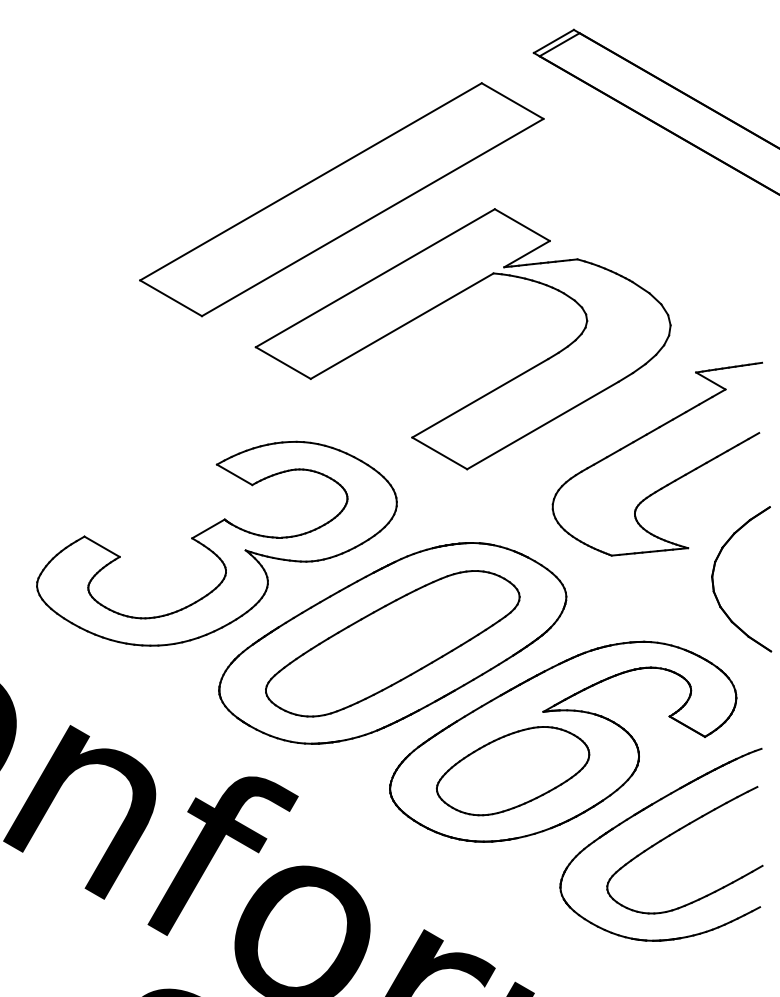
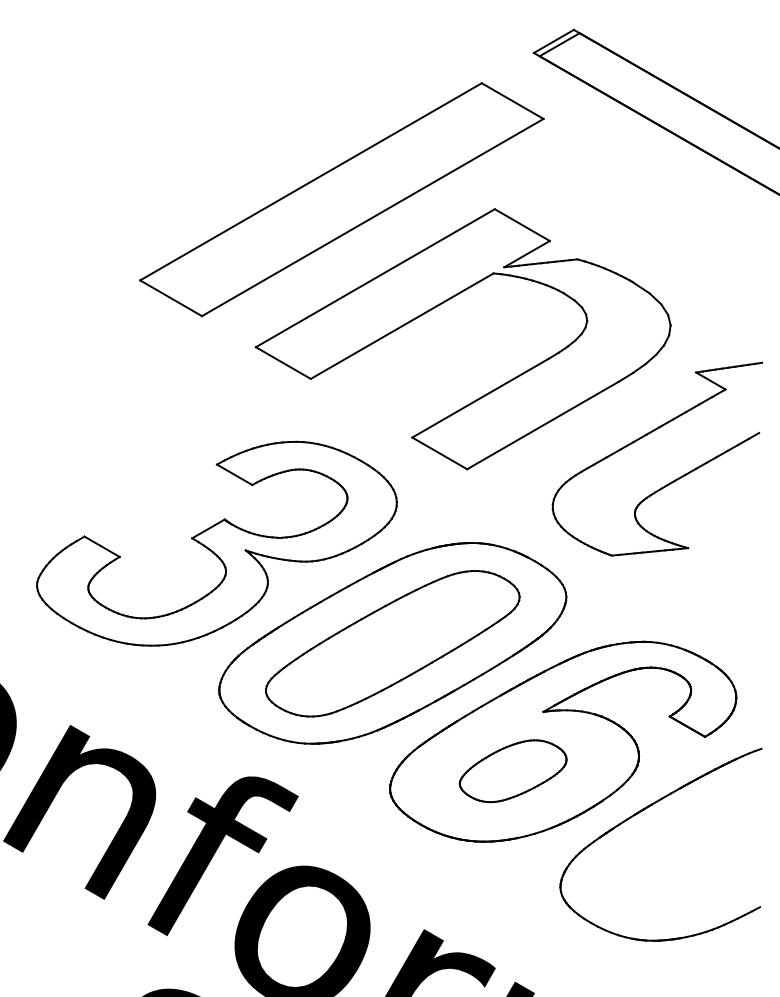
part at (714, 585): present -> none
part at (513, 771) size: 155x91 px -> 110x65 px
part at (673, 834): present -> none
